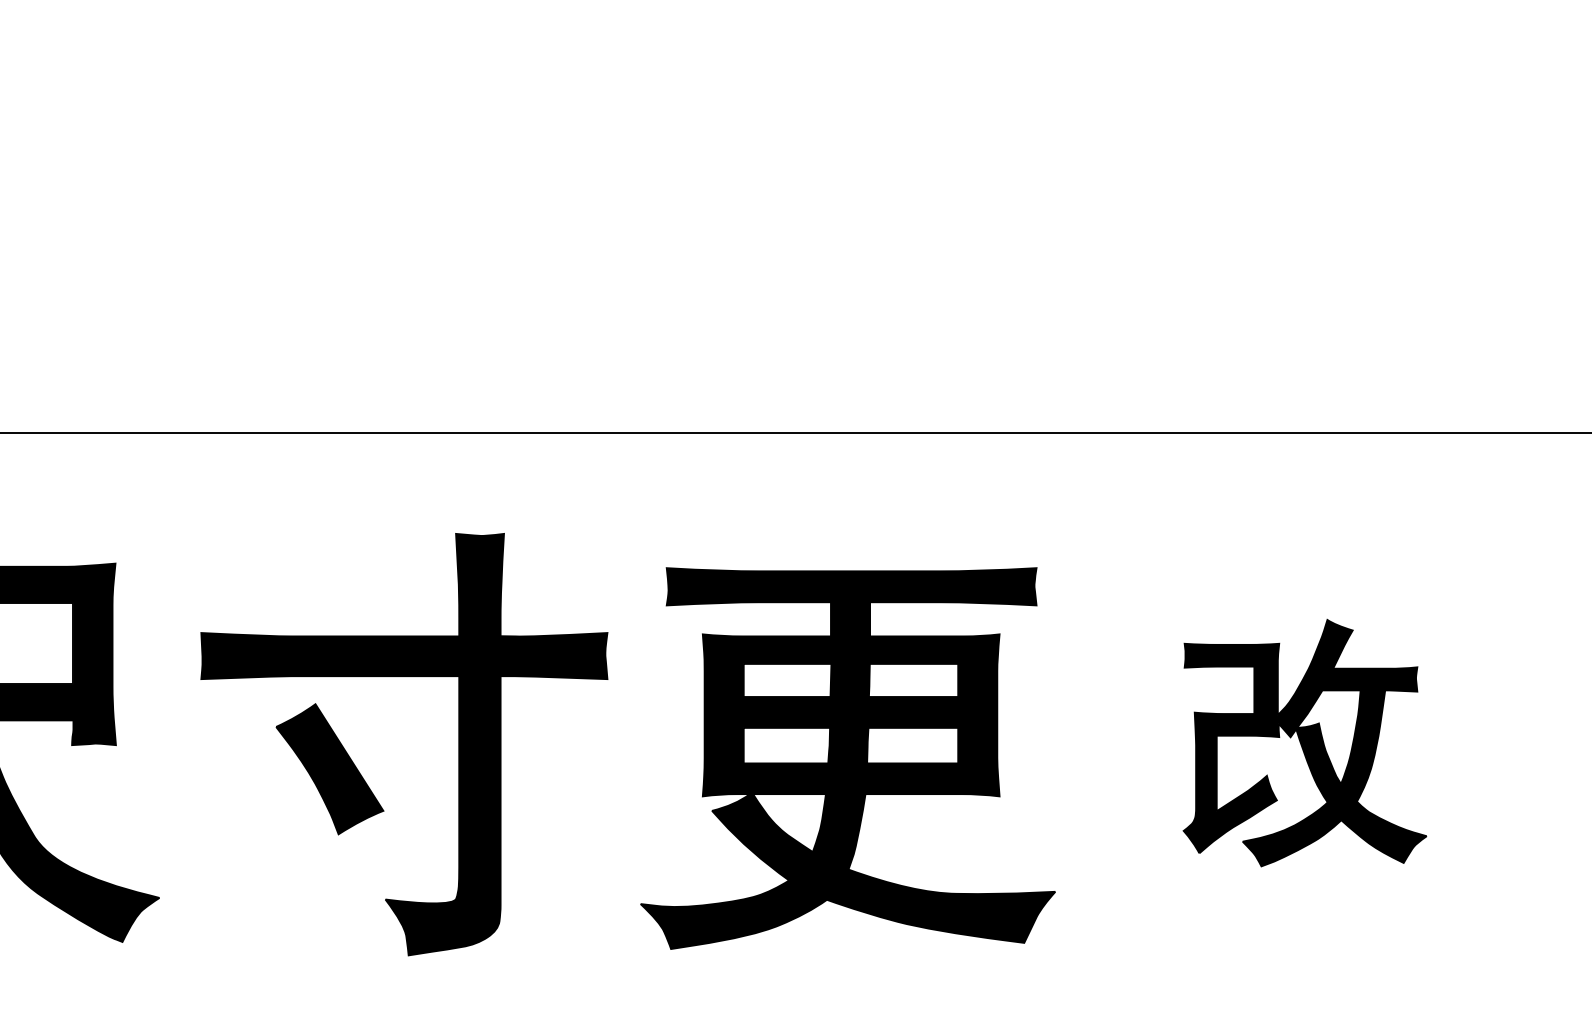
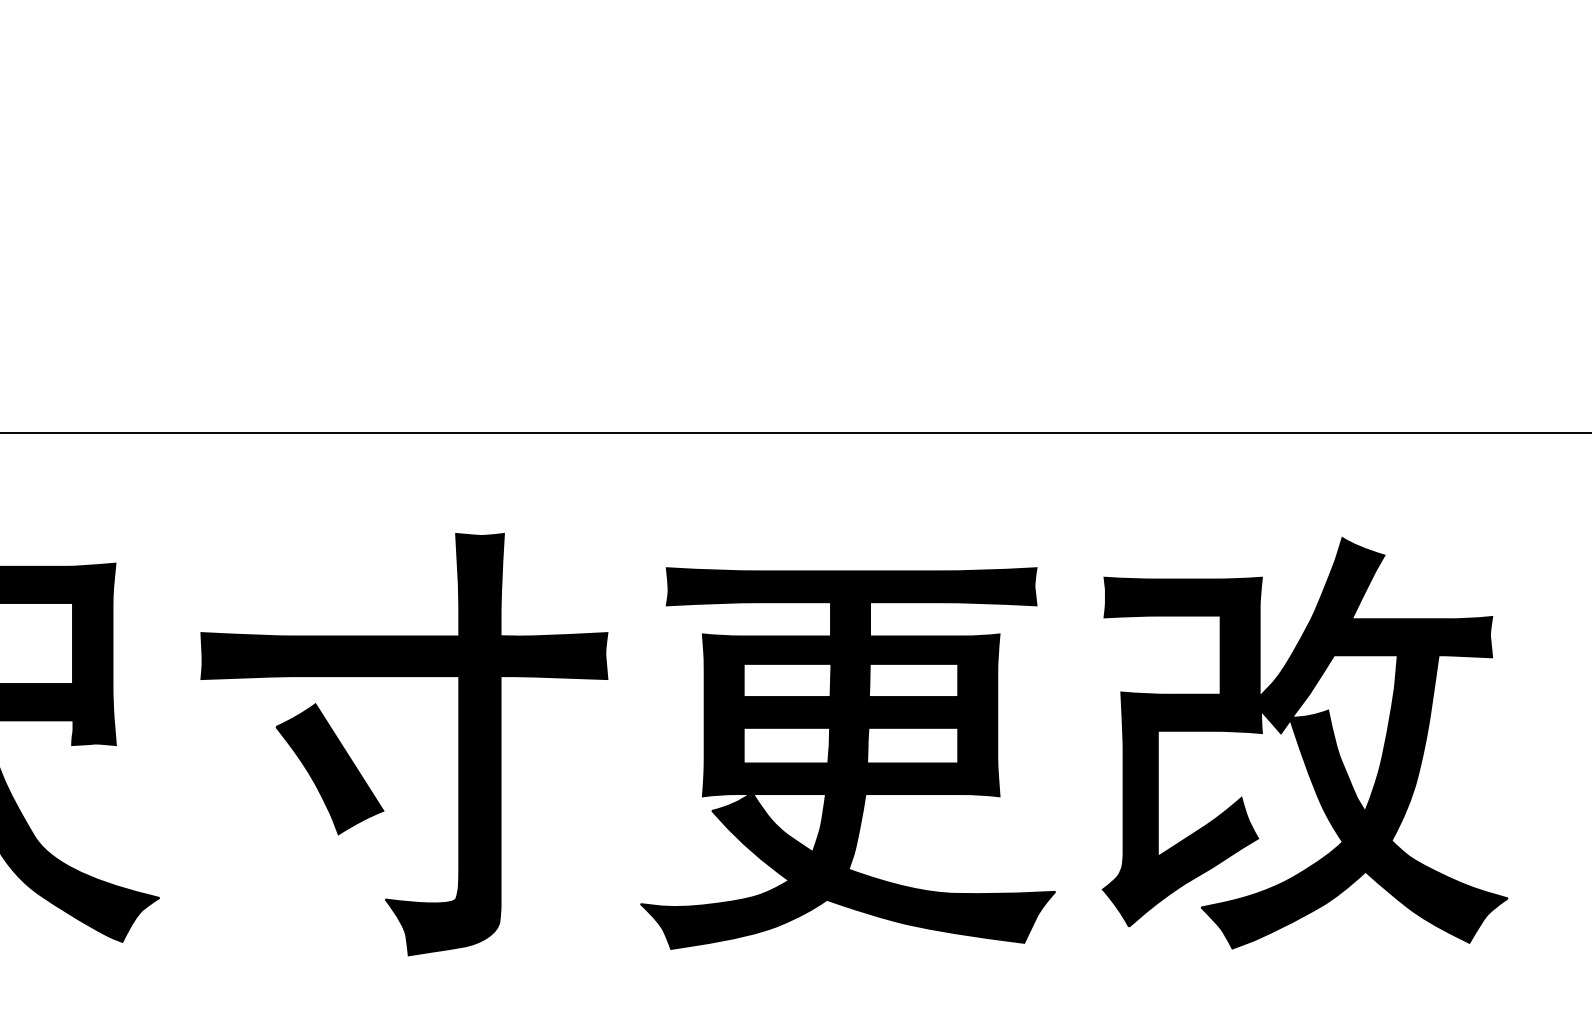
part at (1304, 742) size: 246x250 px -> 408x414 px
